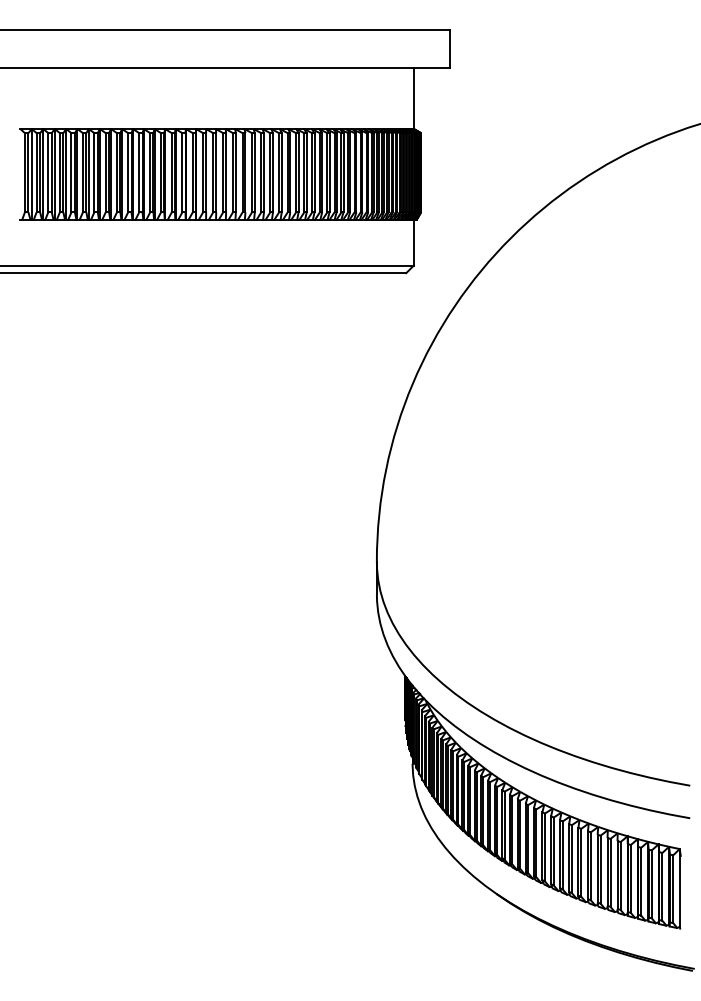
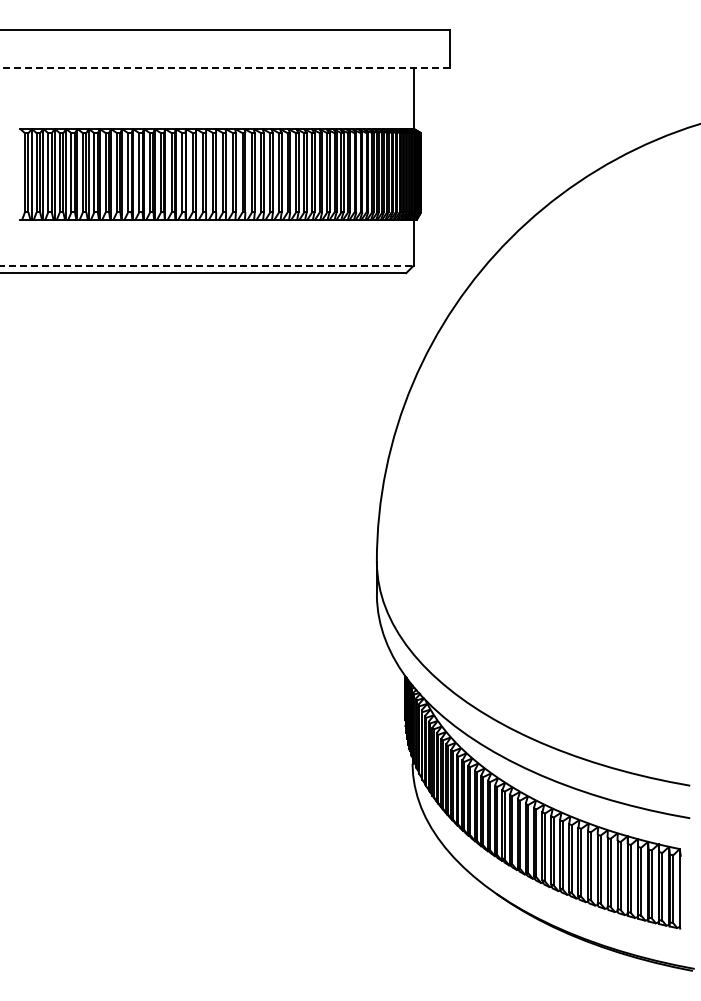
line at (224, 68): solid -> dashed
line at (206, 265): solid -> dashed
